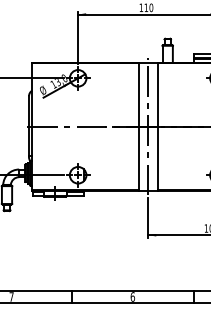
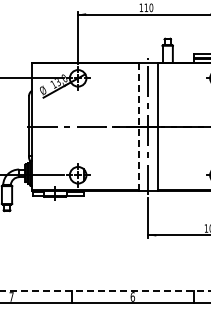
line at (138, 127): solid -> dashed
line at (105, 290): solid -> dashed
